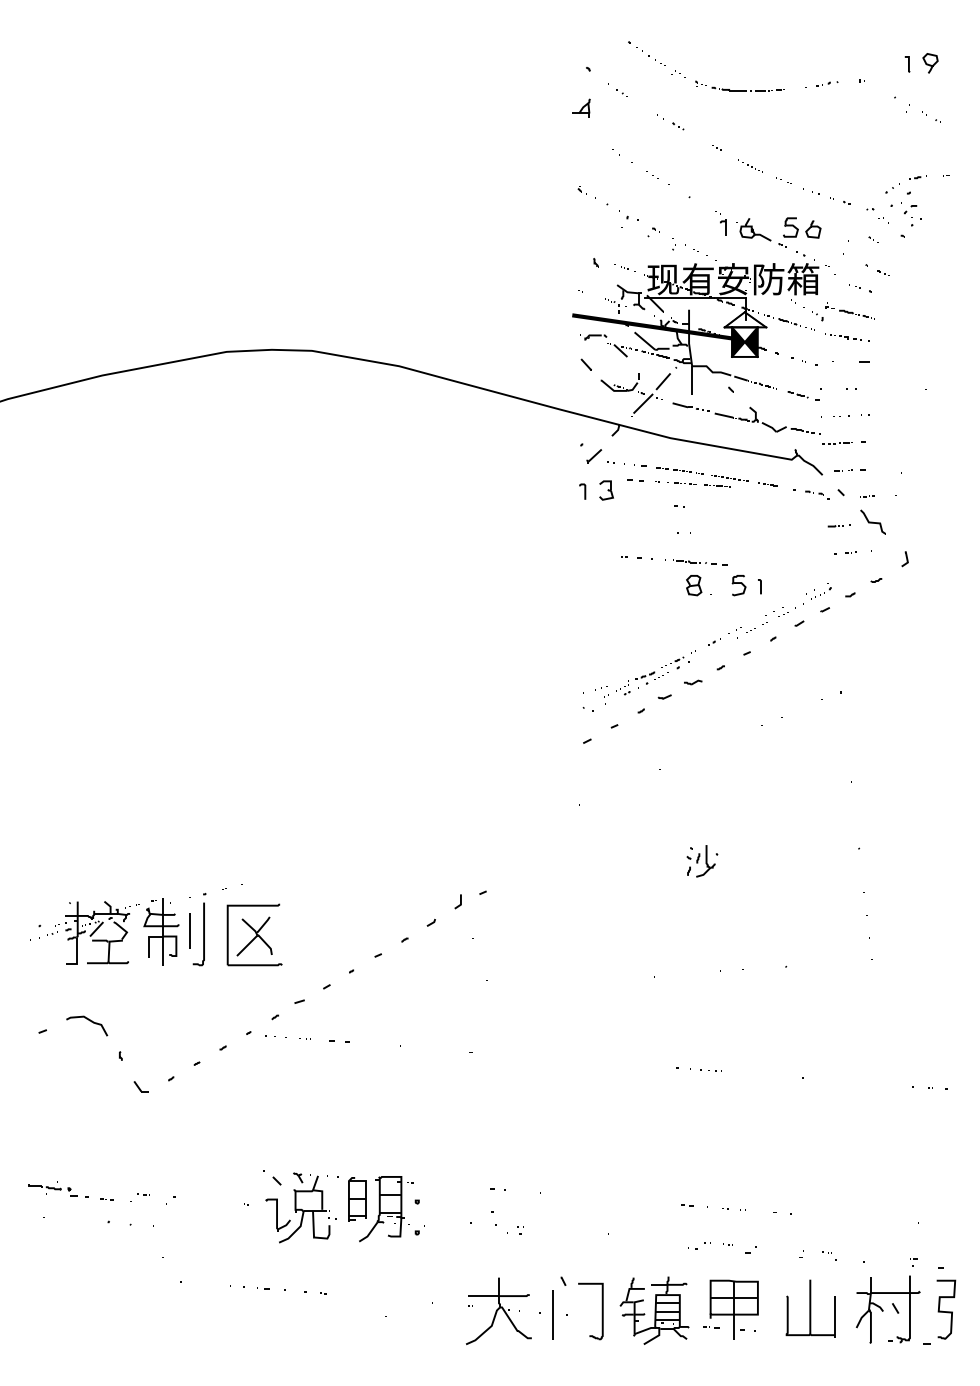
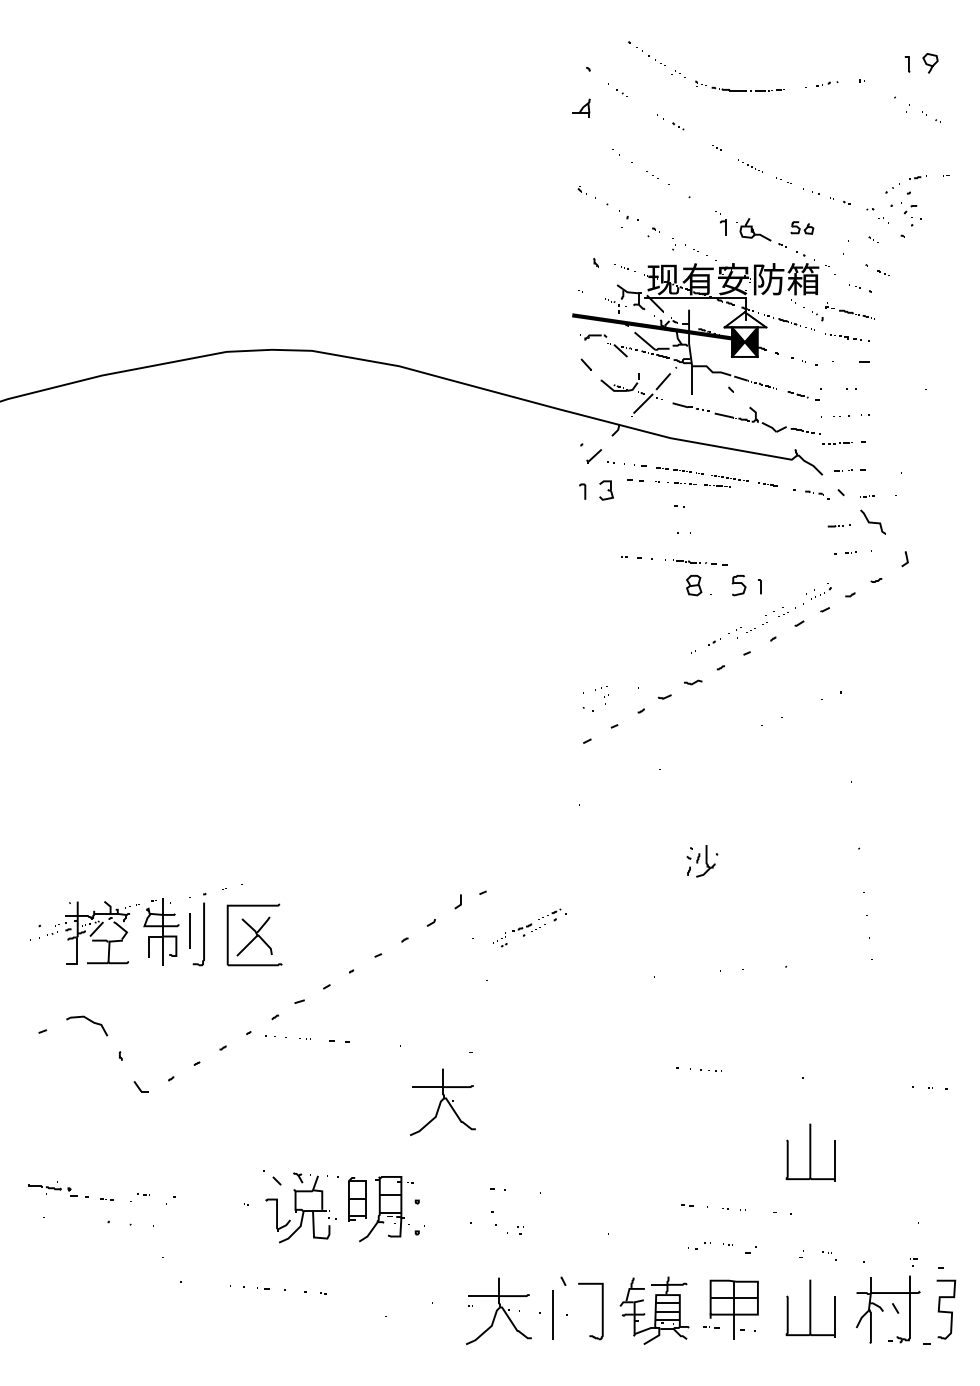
part at (802, 227) size: 39x22 px -> 25x14 px
part at (652, 675) position: (652, 675) -> (529, 927)
part at (442, 1101): none -> present
part at (810, 1152): none -> present
